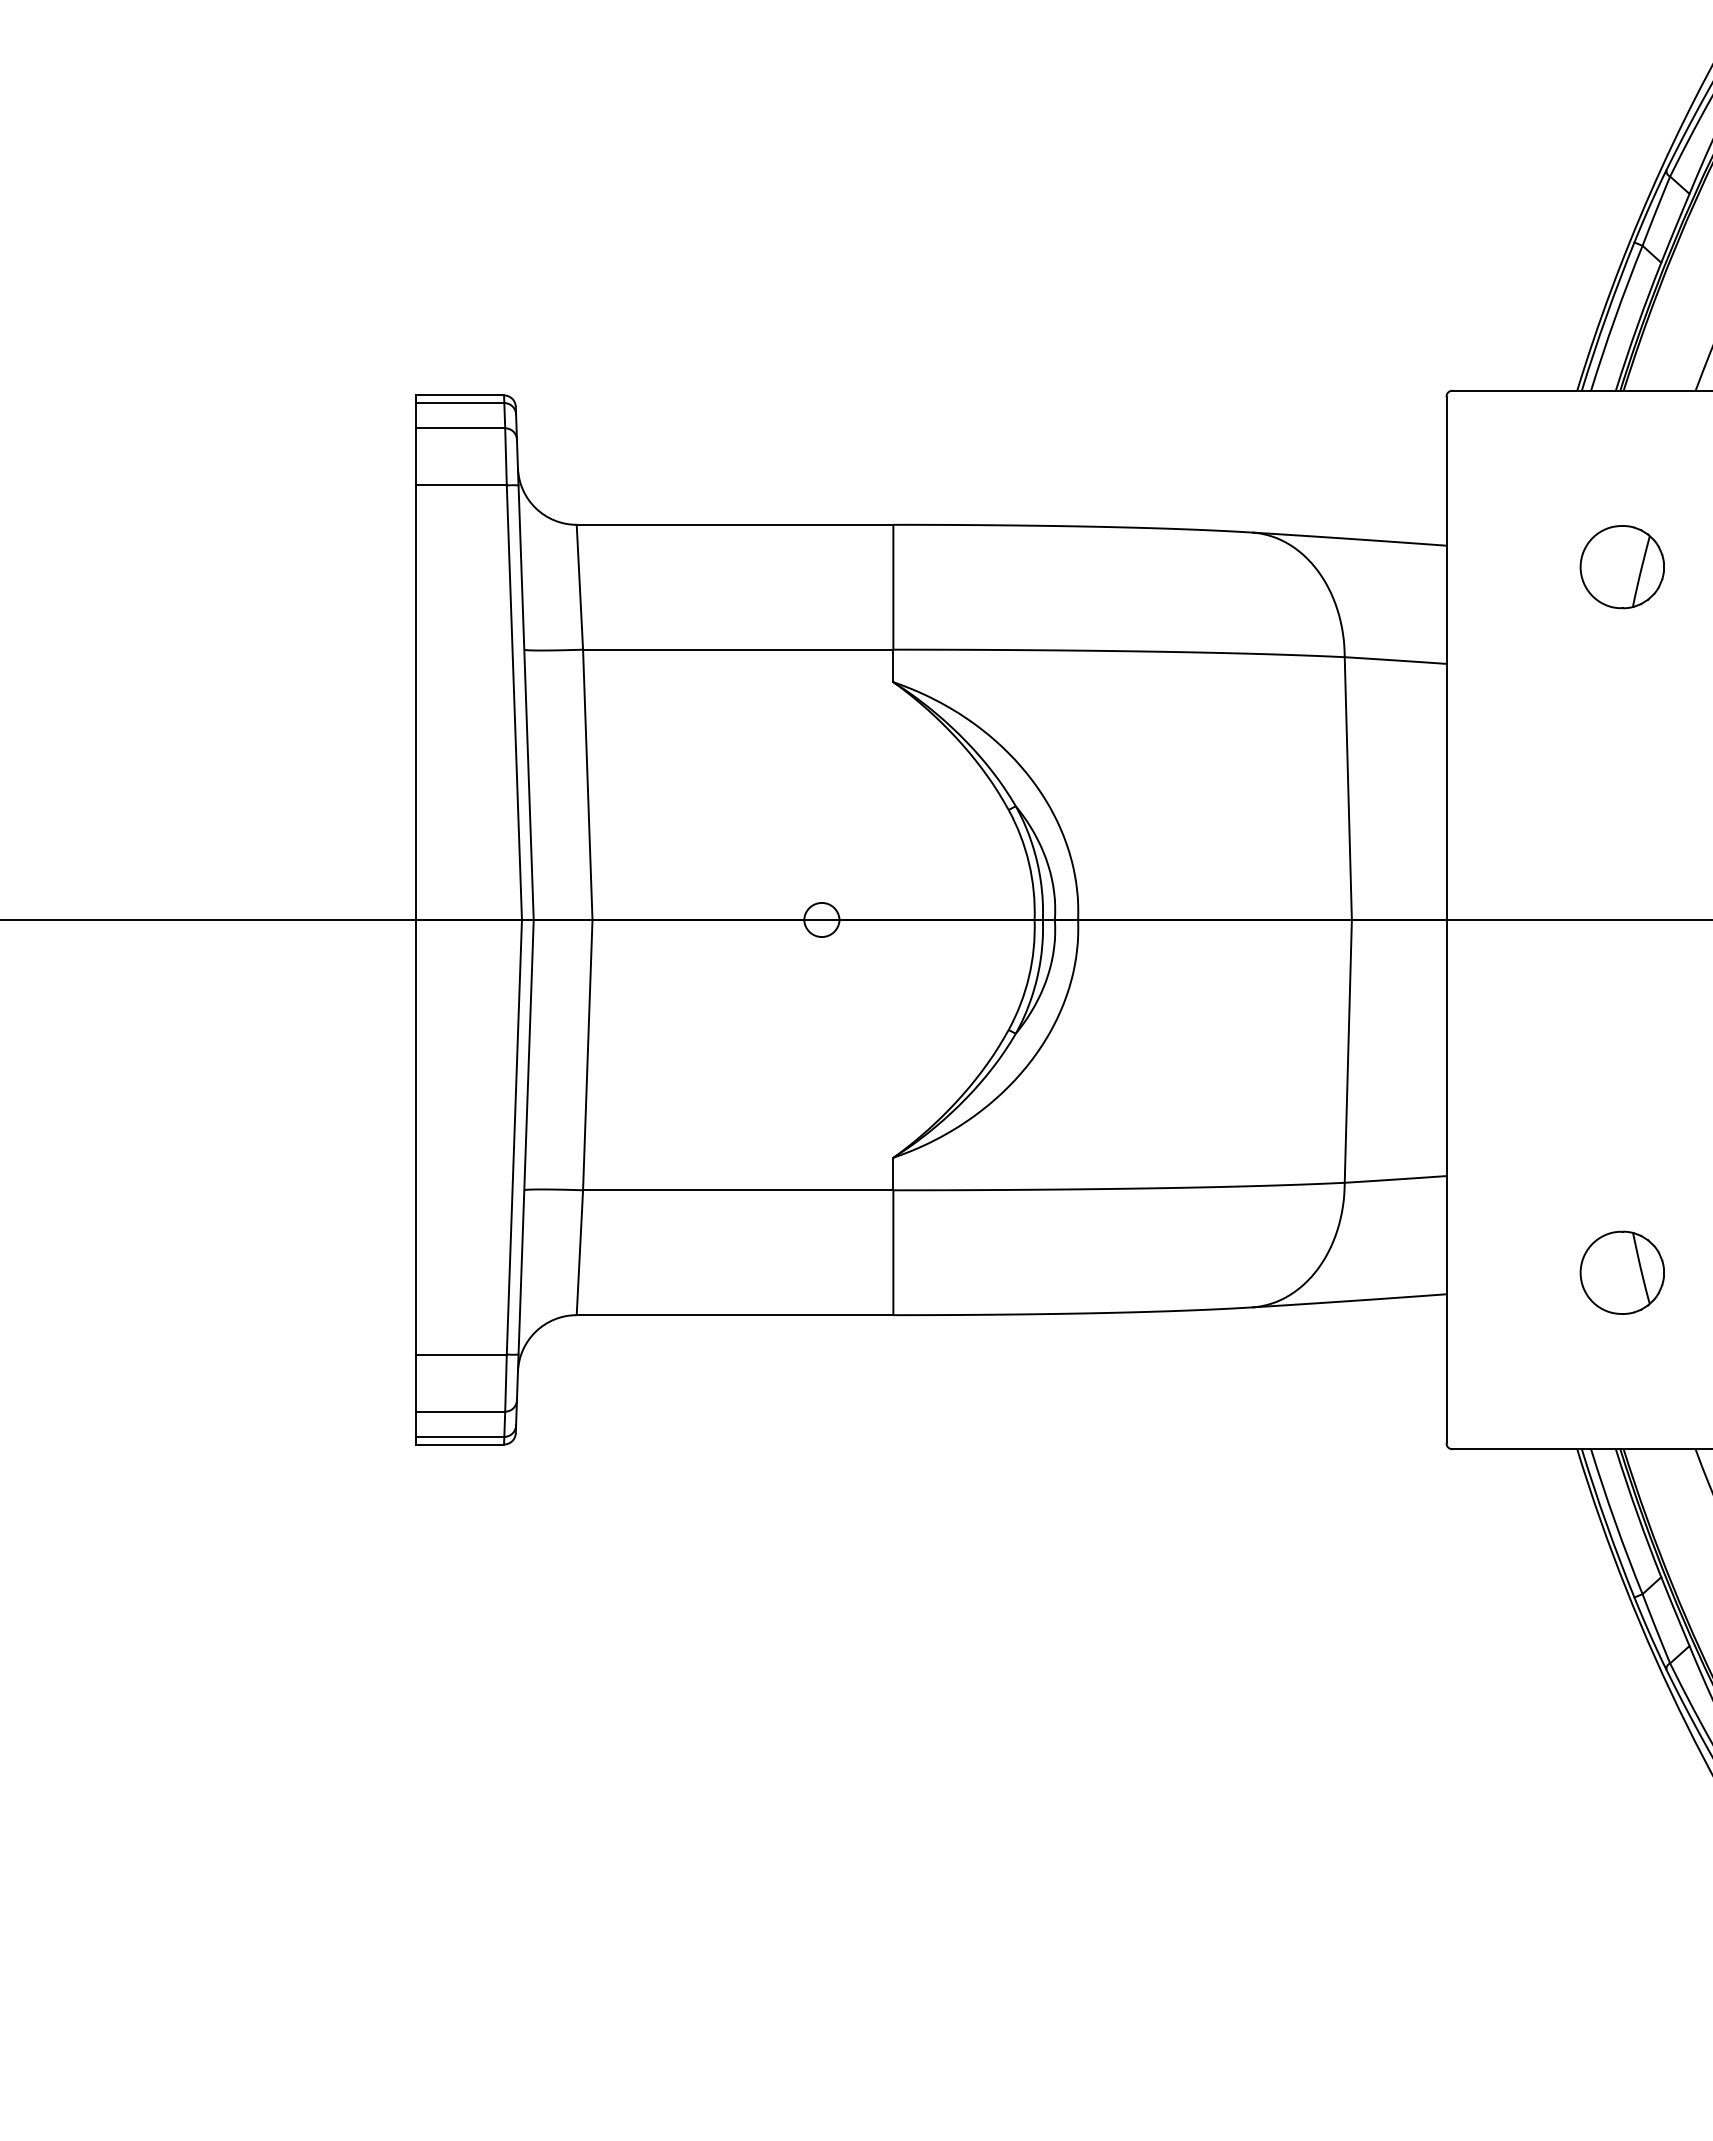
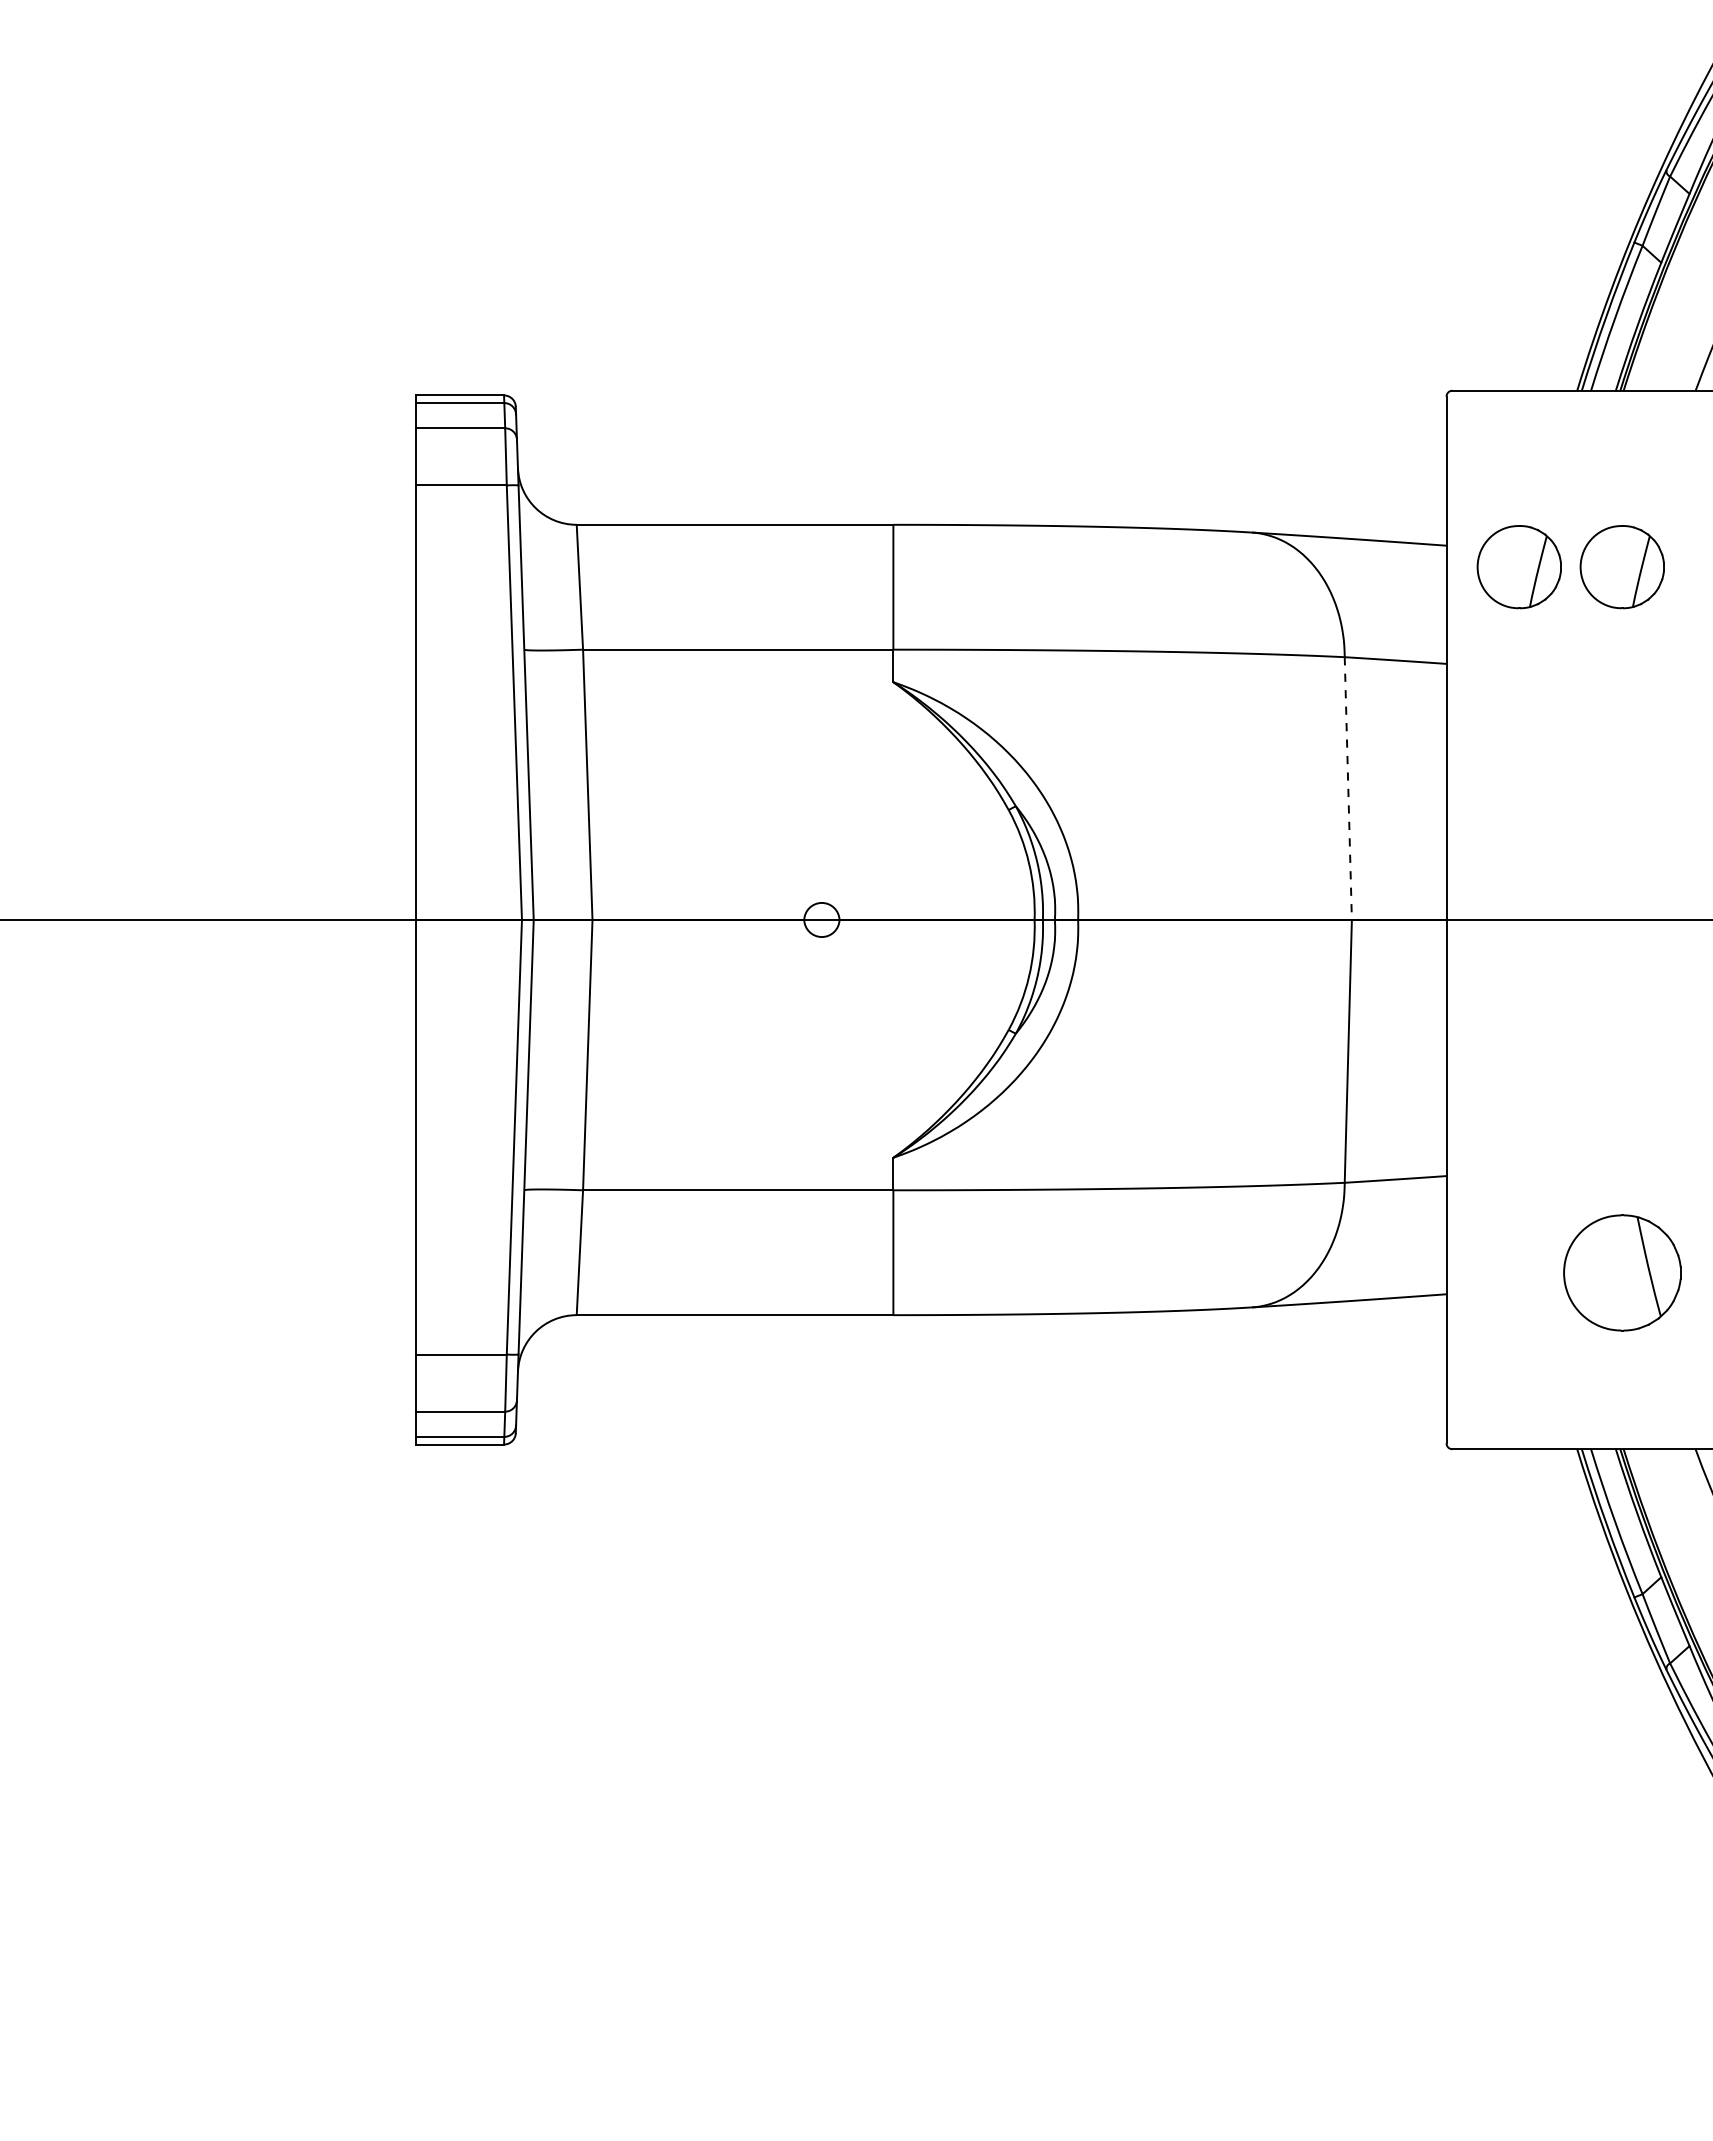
part at (1518, 567): none -> present
line at (1348, 789): solid -> dashed
part at (1621, 1272) size: 86x85 px -> 119x118 px
